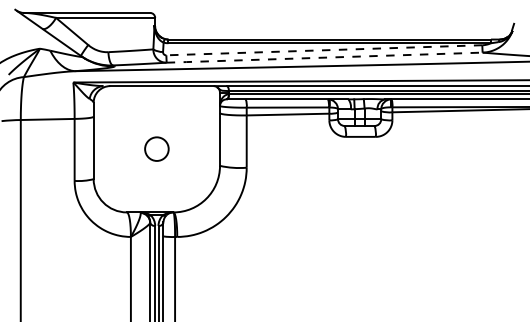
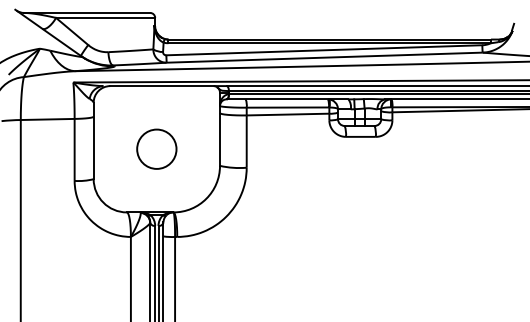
line at (323, 50): dashed -> solid
line at (324, 57): dashed -> solid
circle at (156, 148) size: 26x26 px -> 42x42 px
